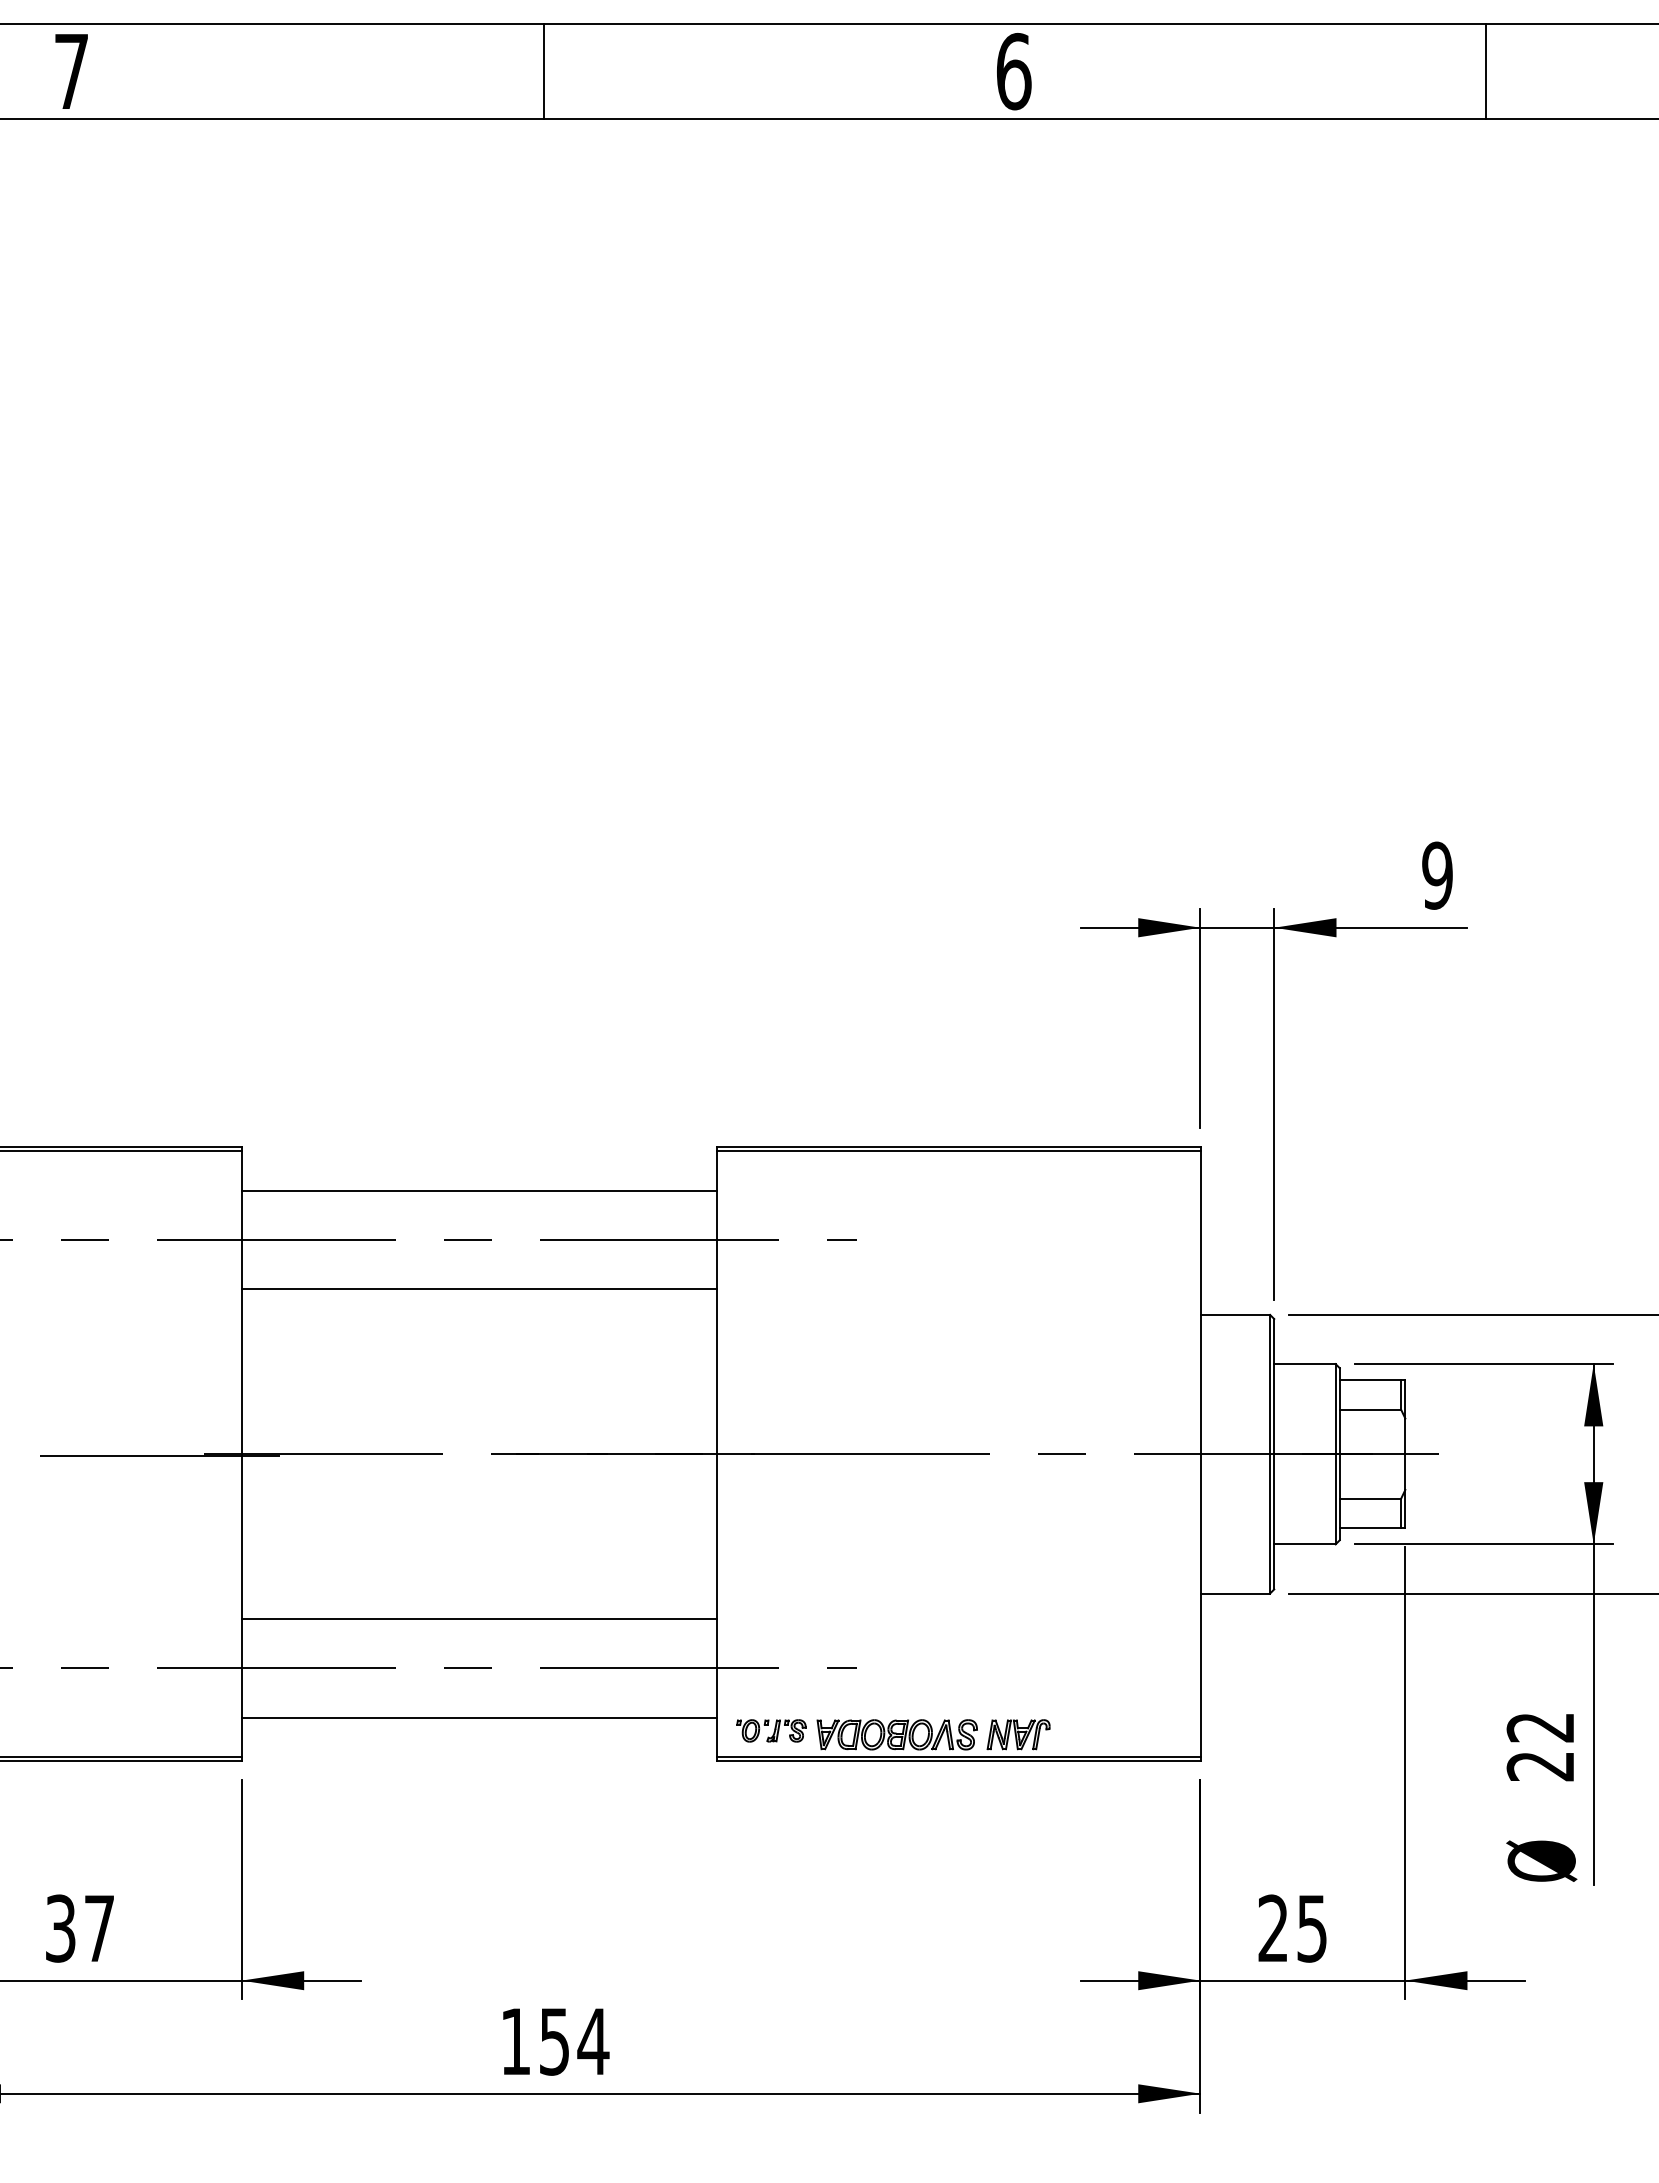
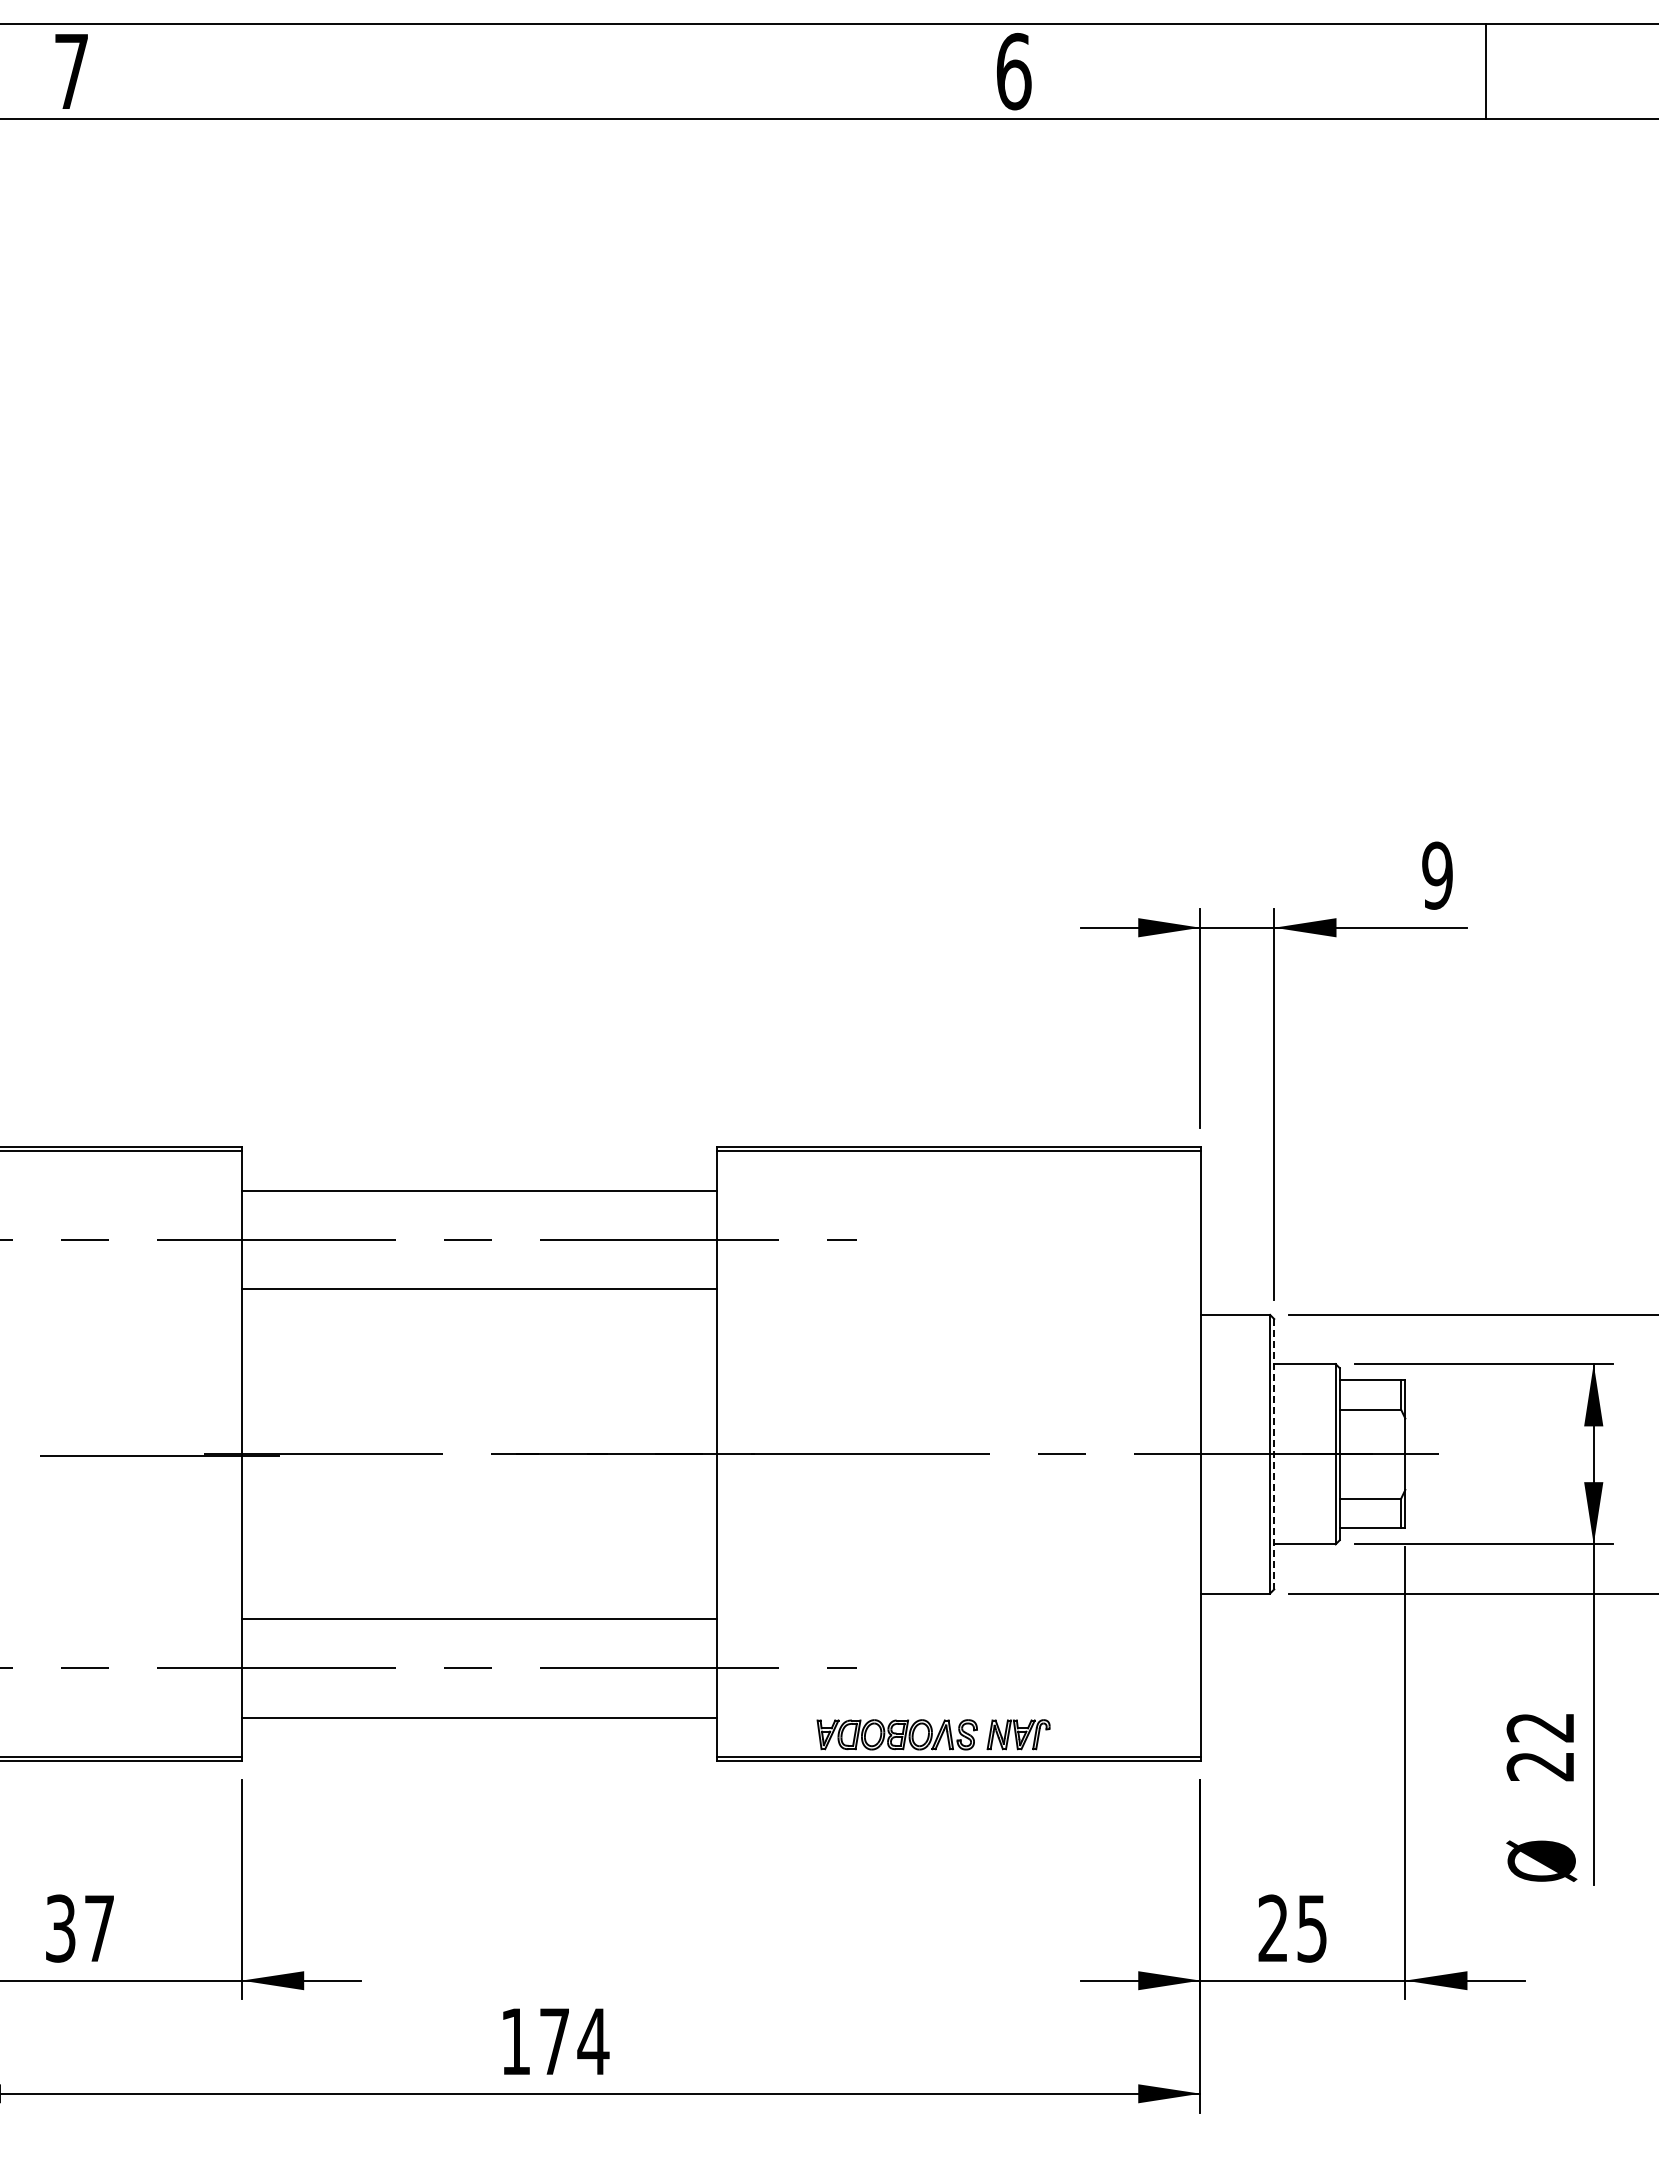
line at (543, 71): present -> none
line at (1274, 1454): solid -> dashed
part at (771, 1730): present -> none
text at (554, 2041): 154 -> 174
